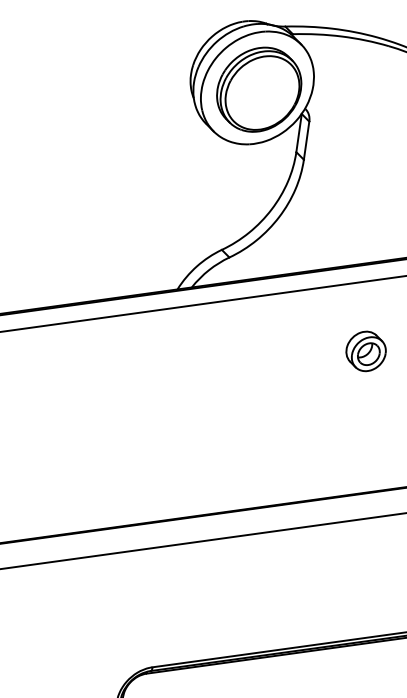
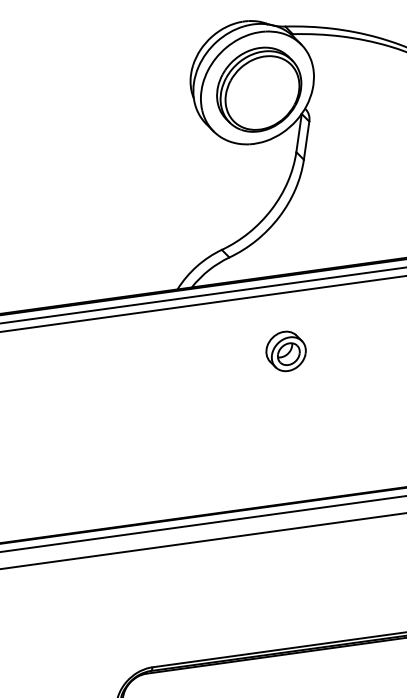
line at (202, 295): none -> present
part at (365, 351) position: (365, 351) -> (285, 351)
line at (202, 523): none -> present
